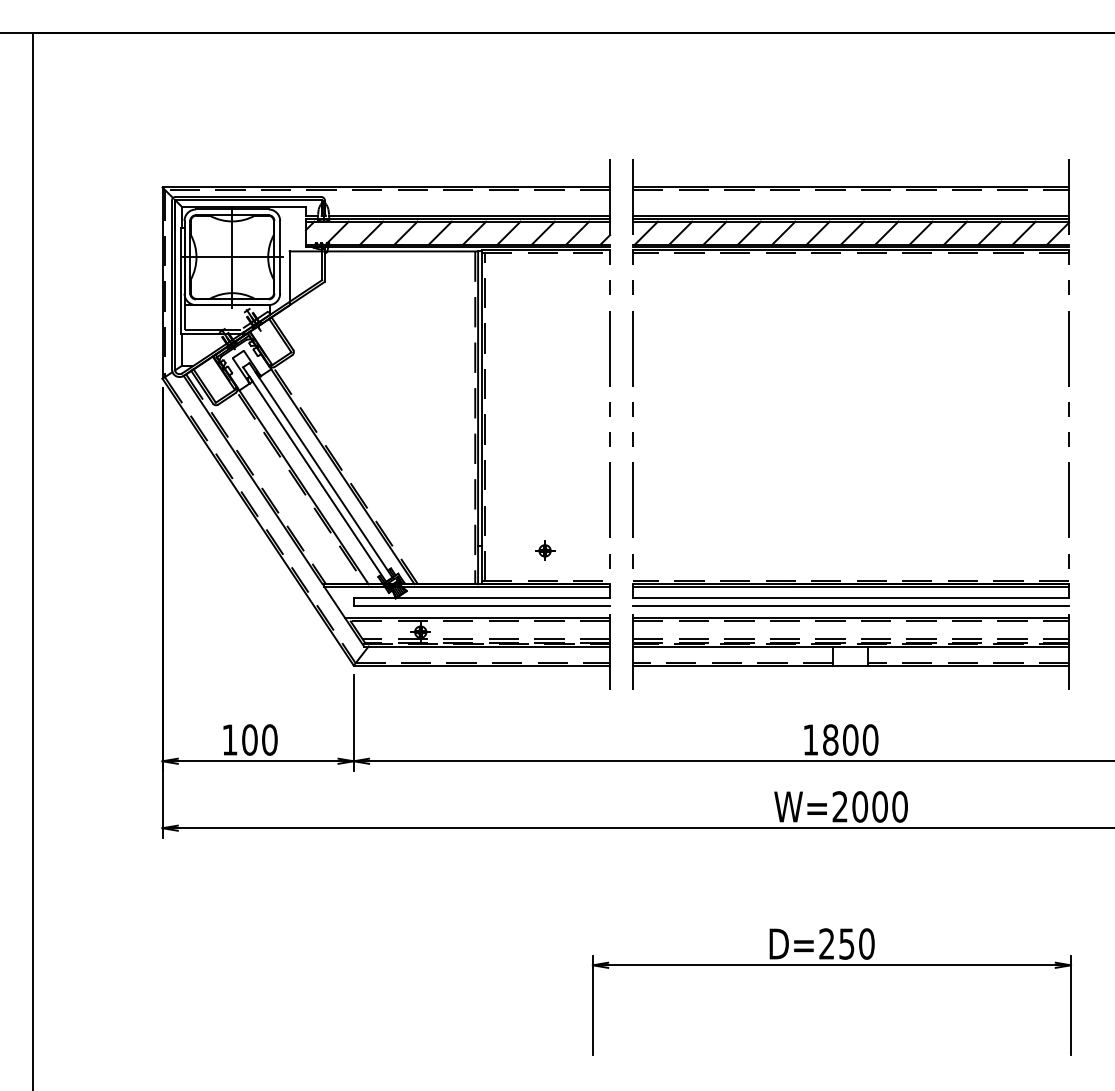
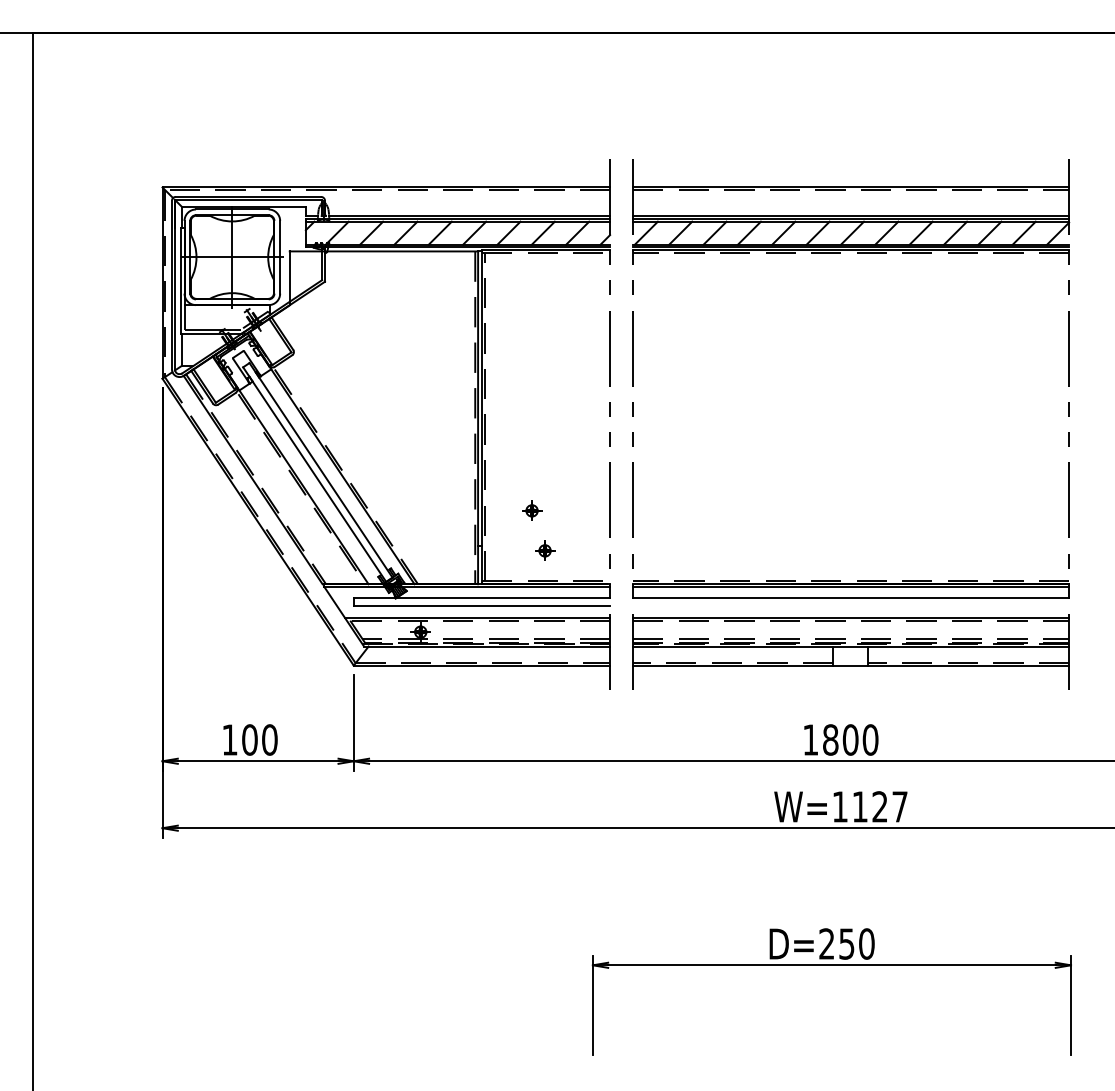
part at (532, 510): none -> present
line at (851, 606): present -> none
text at (869, 806): W=2000 -> W=1127
